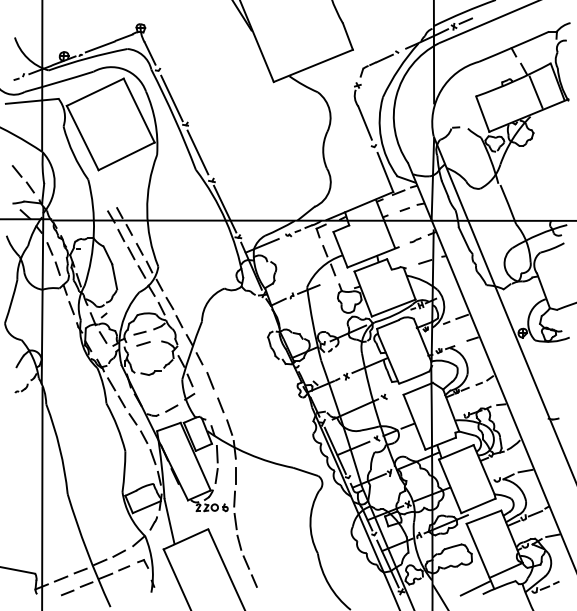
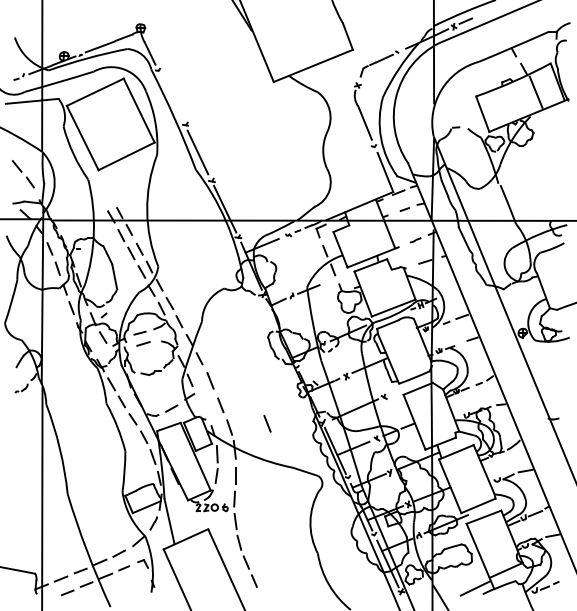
line at (171, 98): present -> none
part at (23, 179) position: (23, 179) -> (23, 174)
line at (267, 423): none -> present
